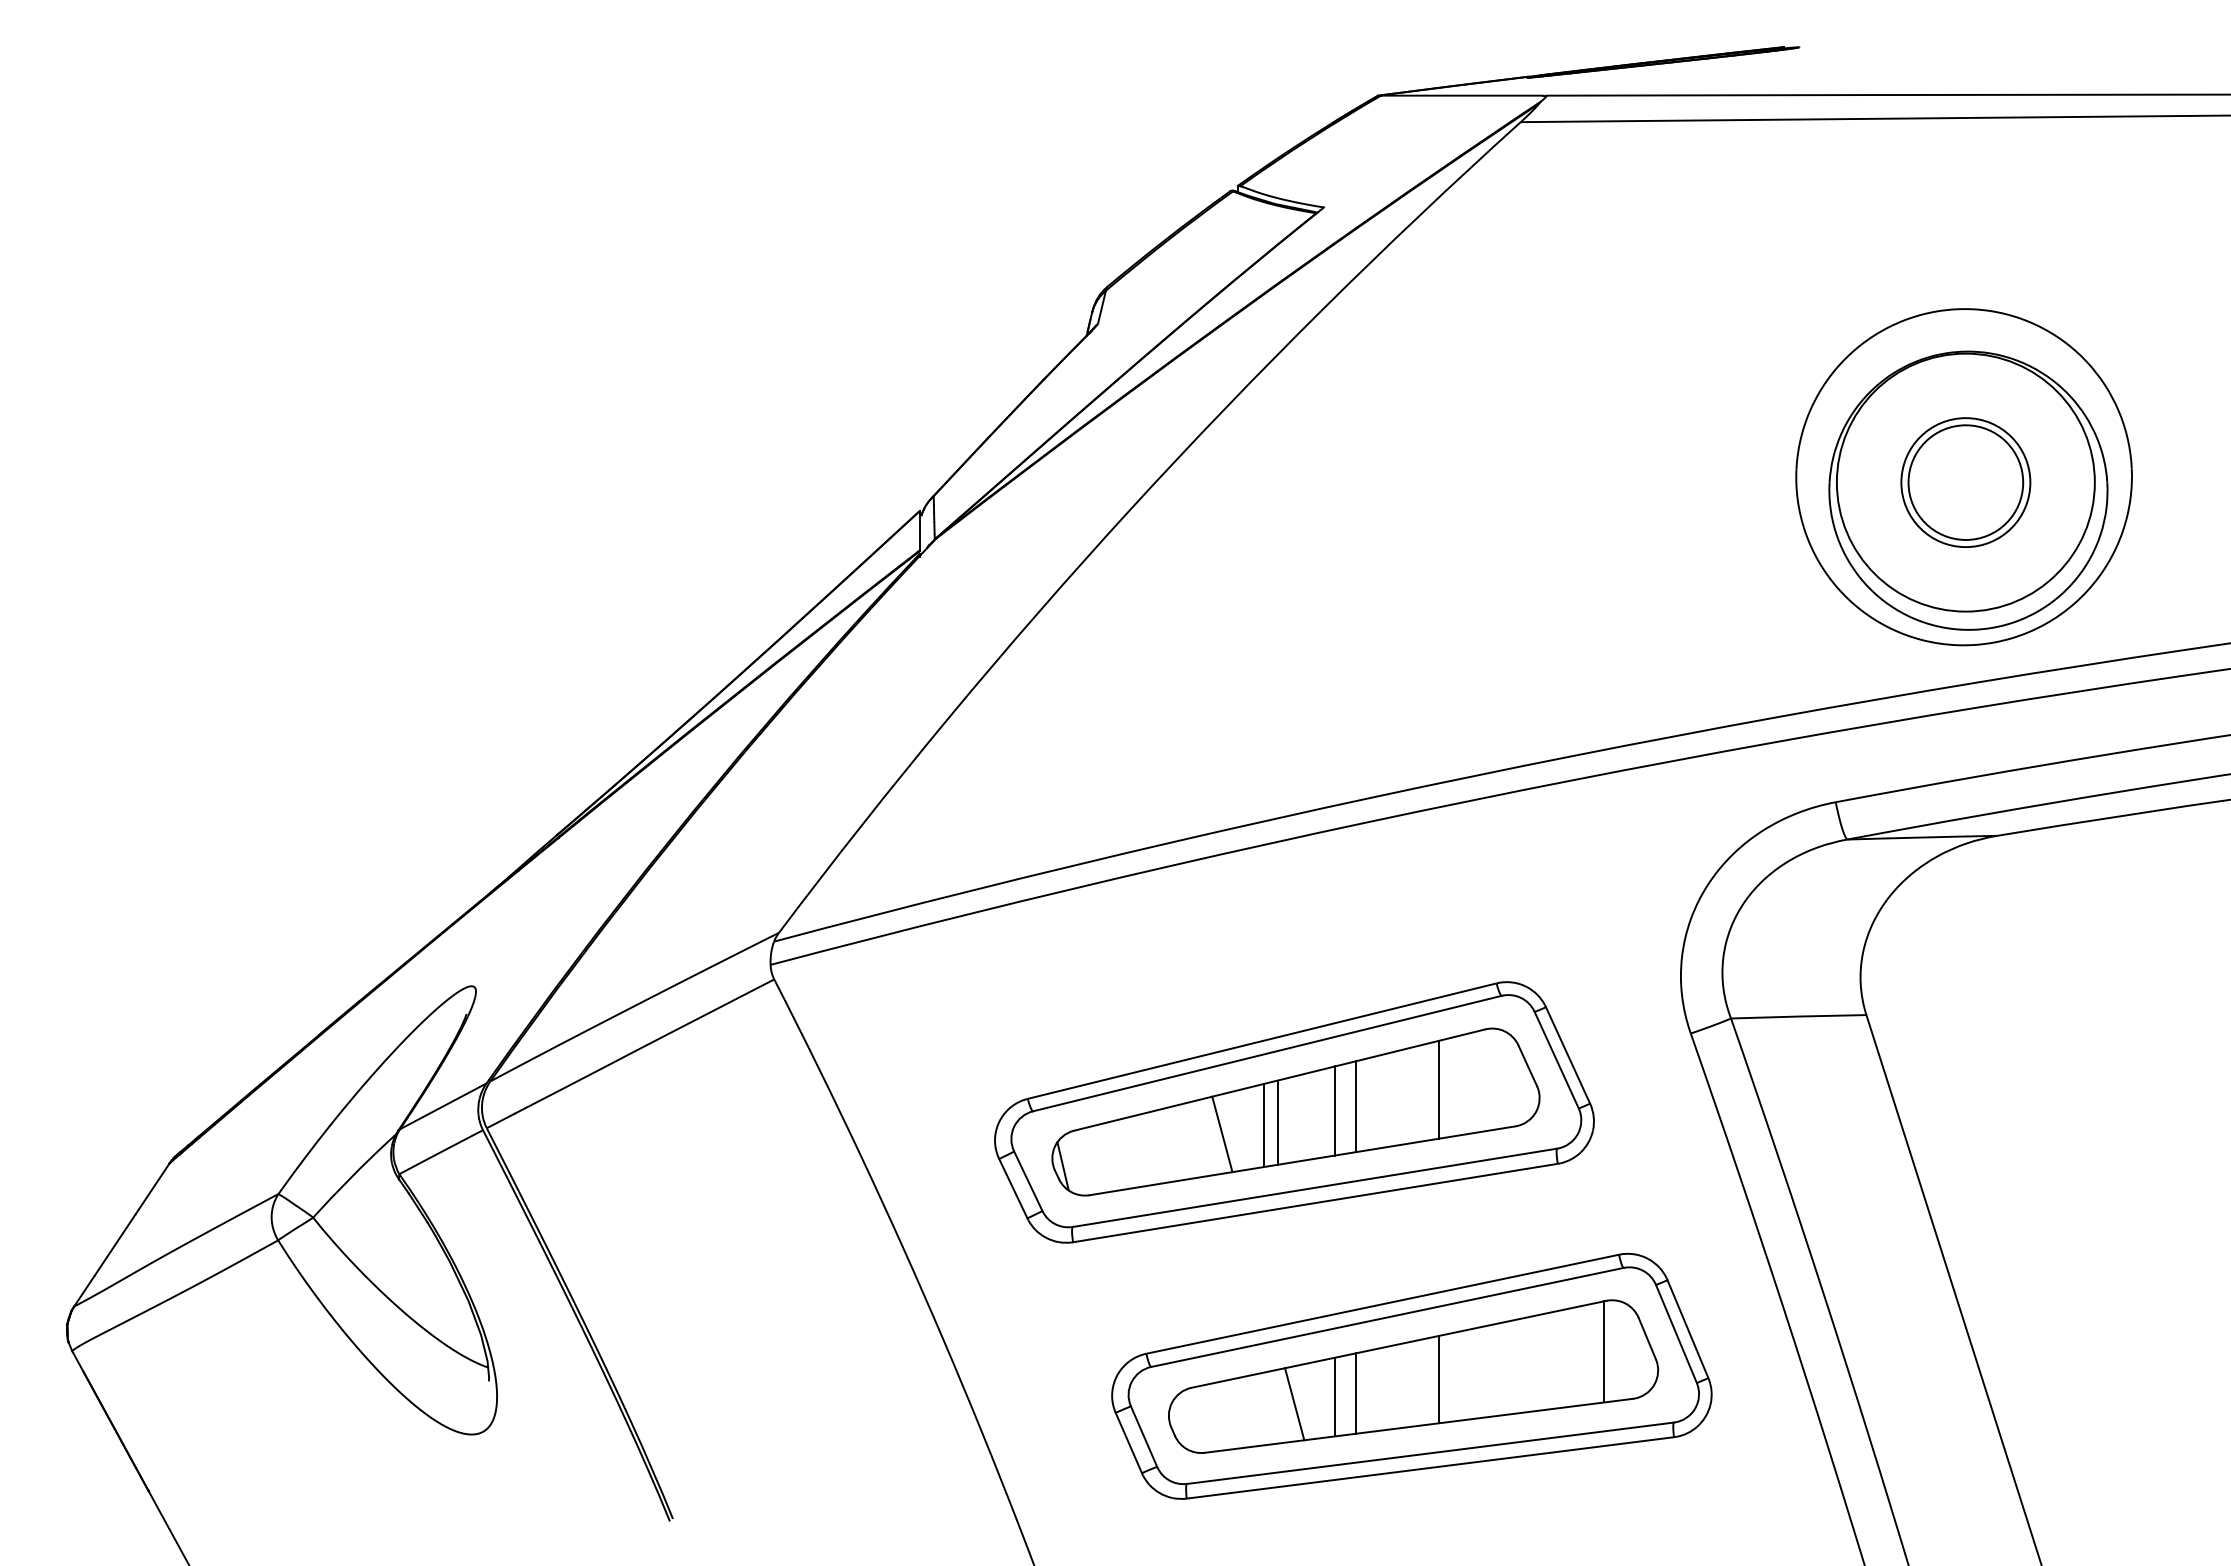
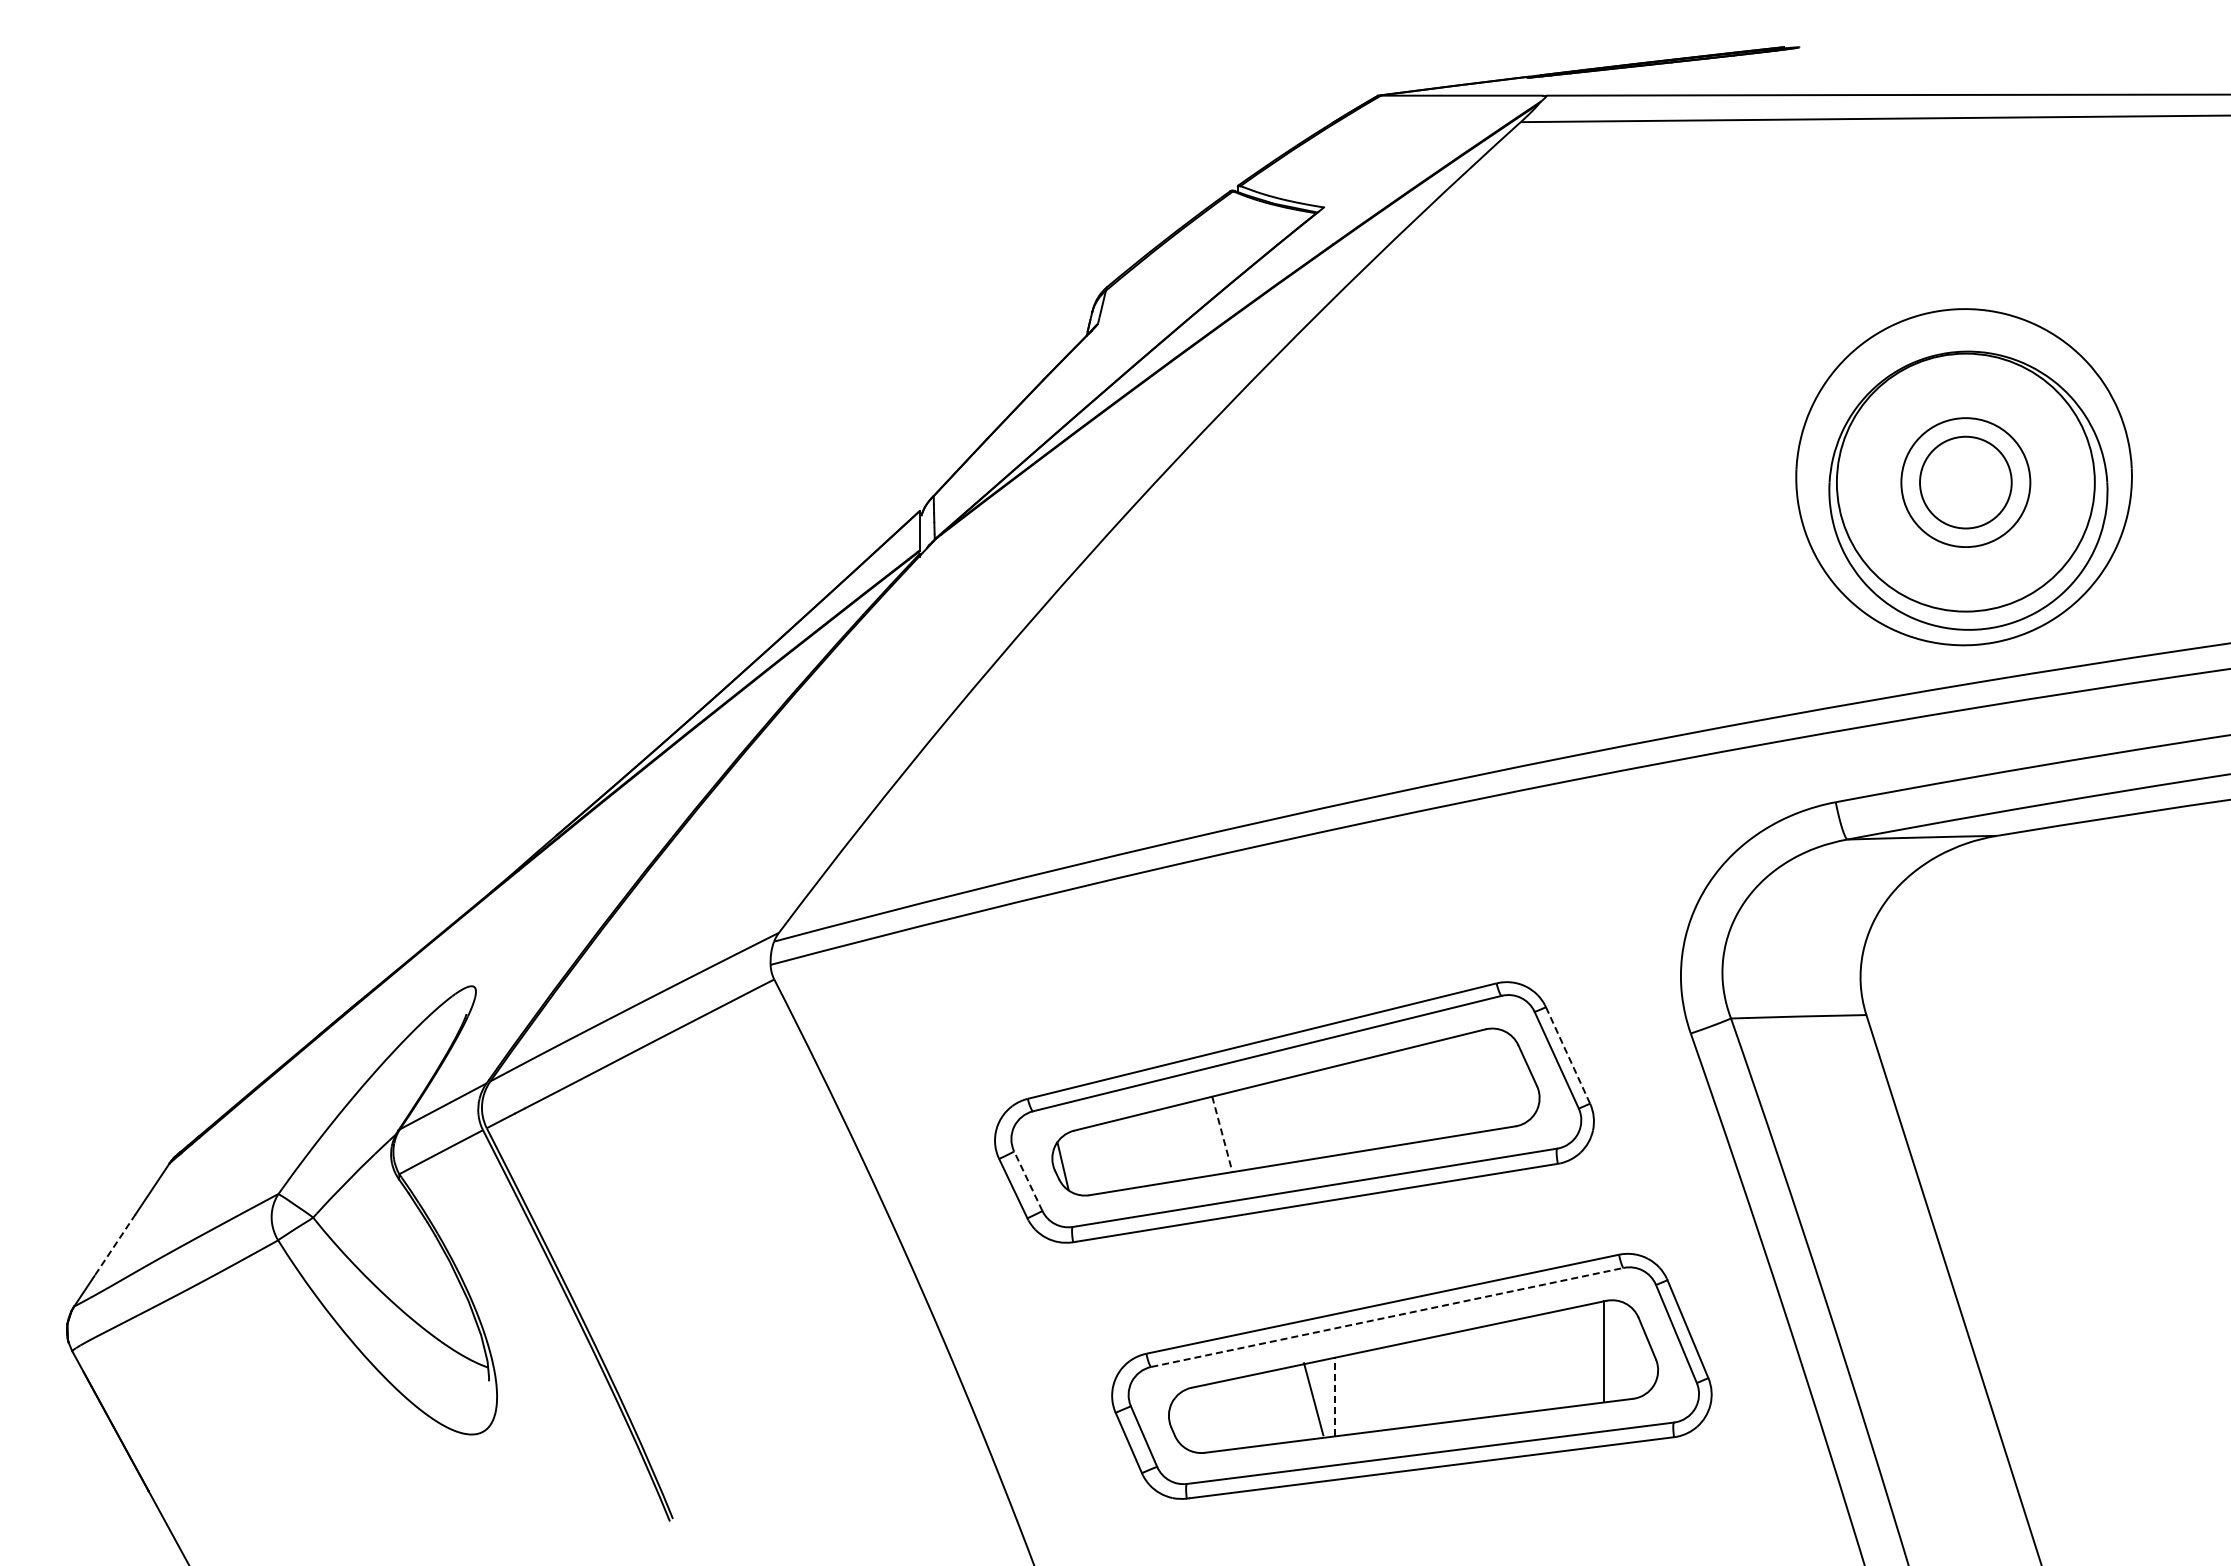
circle at (1965, 482) diameter: 115 px -> 92 px
line at (1568, 1055): solid -> dashed
line at (1438, 1089): present -> none
line at (1356, 1106): present -> none
line at (1335, 1110): present -> none
line at (1277, 1122): present -> none
line at (1263, 1125): present -> none
line at (1222, 1134): solid -> dashed
line at (1028, 1181): solid -> dashed
line at (114, 1245): solid -> dashed
line at (1388, 1317): solid -> dashed
line at (1438, 1379): present -> none
line at (1356, 1393): present -> none
line at (1335, 1396): solid -> dashed
line at (1294, 1404) position: (1294, 1404) -> (1313, 1399)
